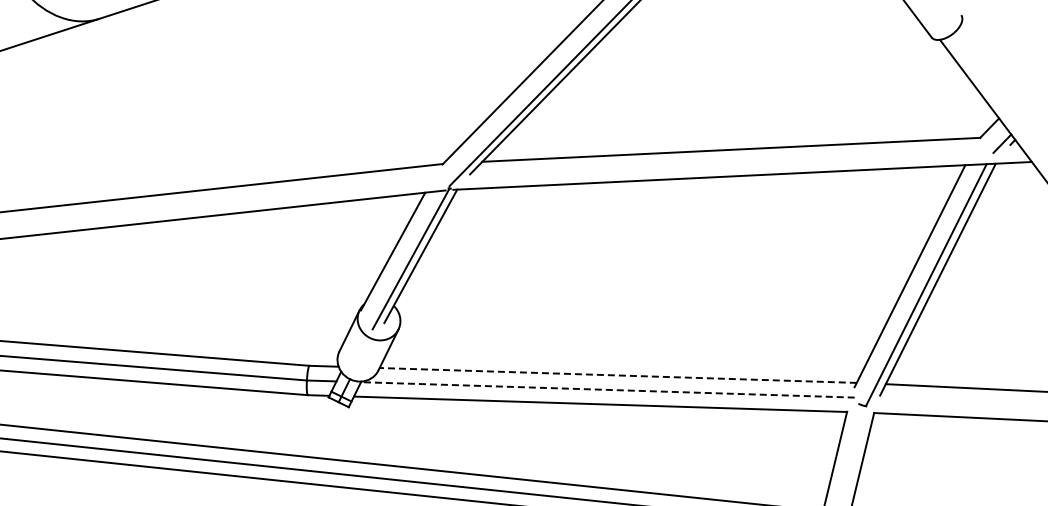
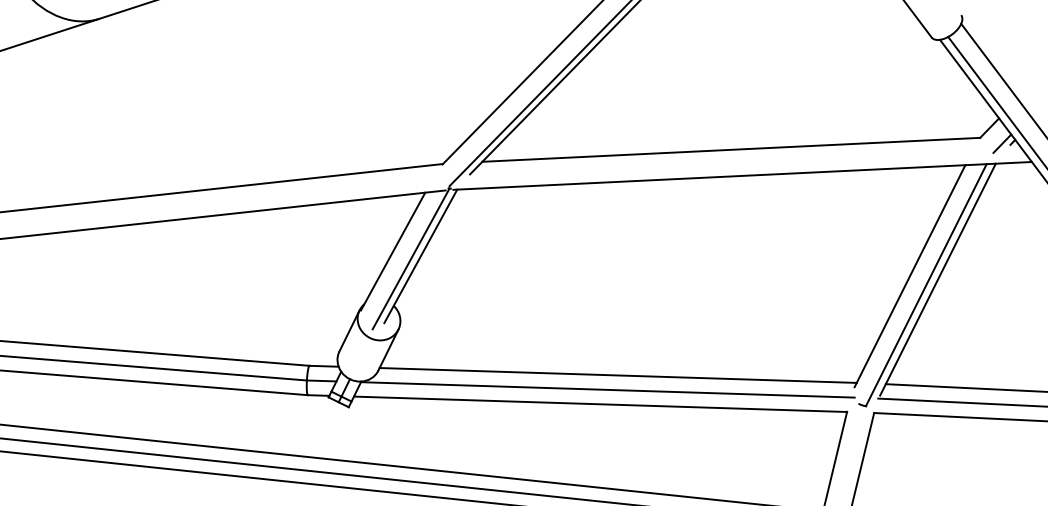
line at (1002, 79): none -> present
line at (996, 100): none -> present
line at (618, 375): dashed -> solid
line at (607, 389): dashed -> solid
line at (961, 402): none -> present
